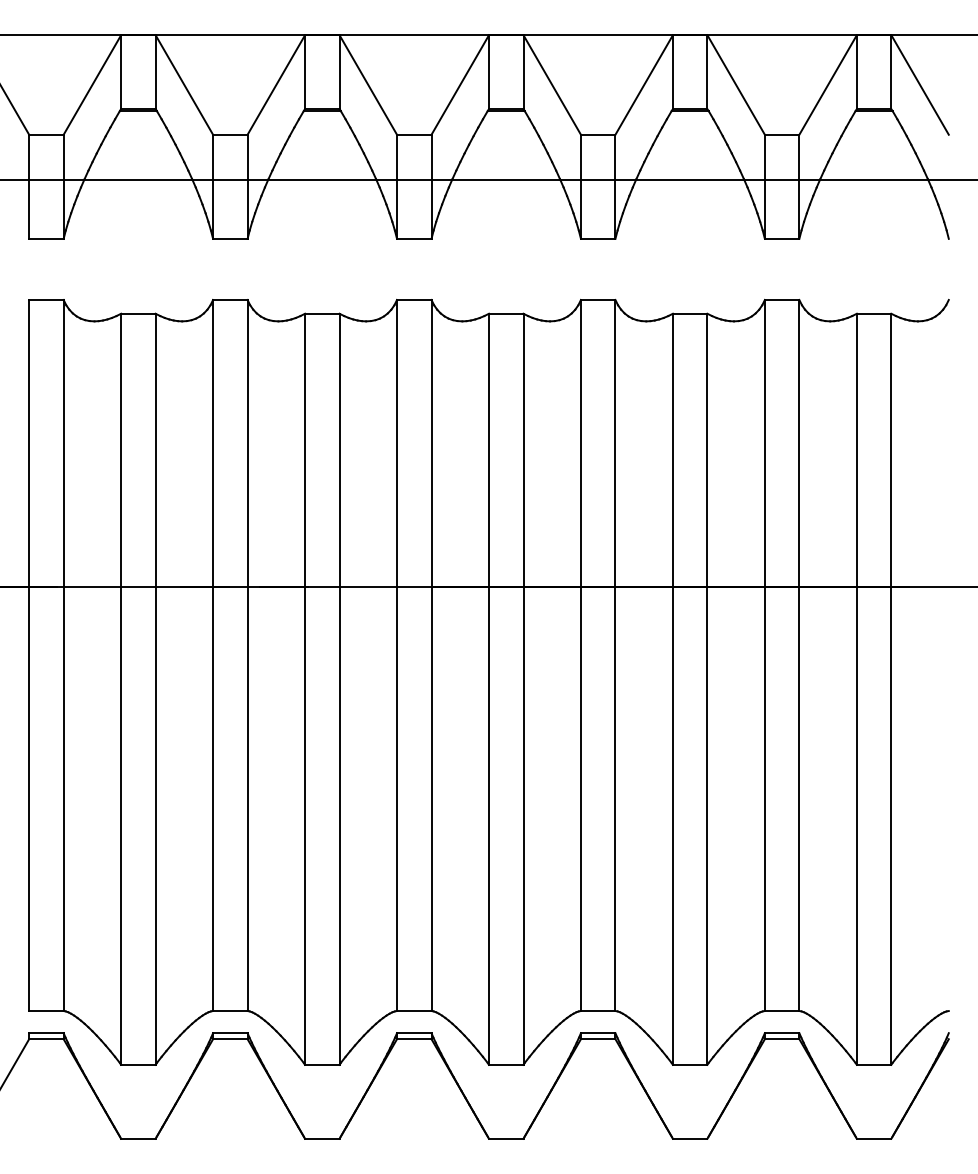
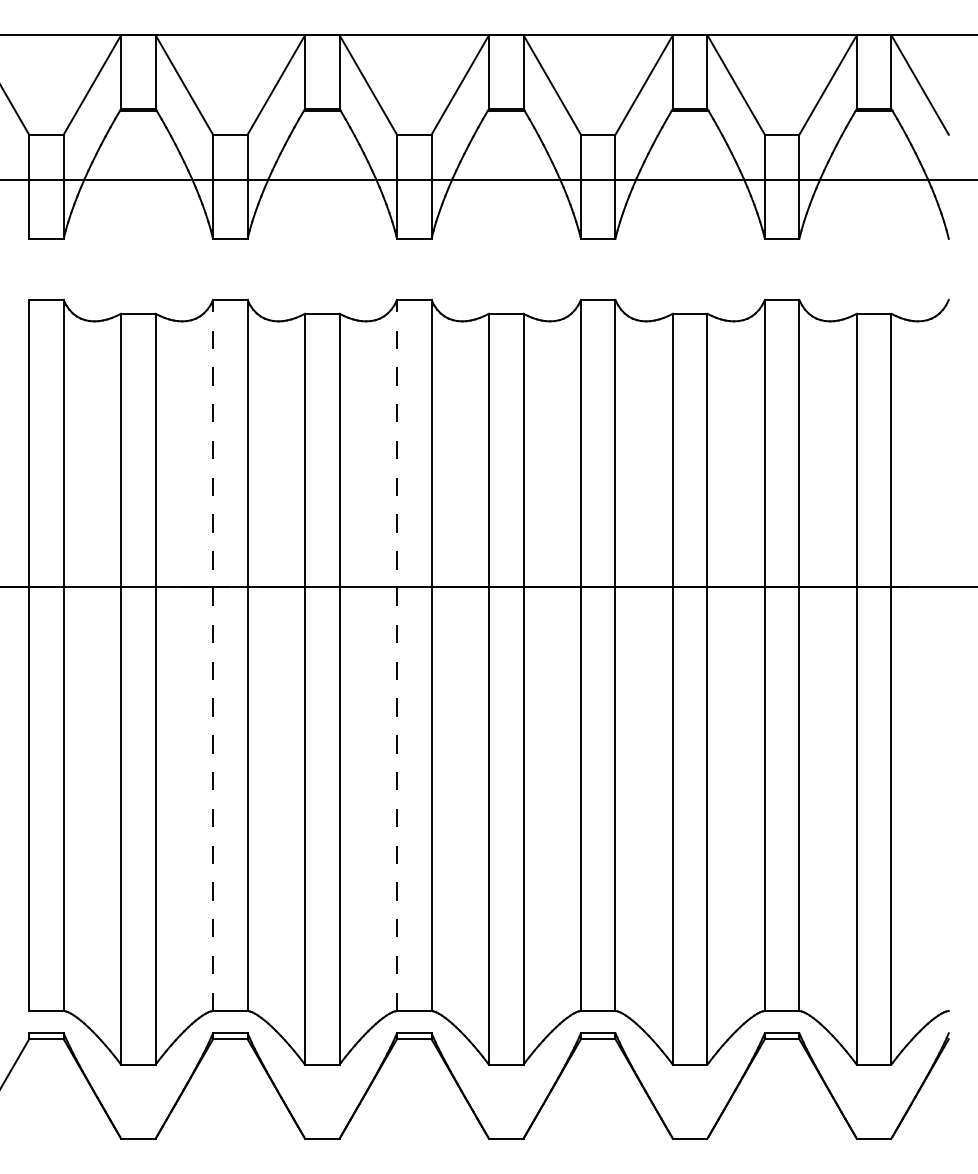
line at (213, 655): solid -> dashed
line at (397, 655): solid -> dashed
